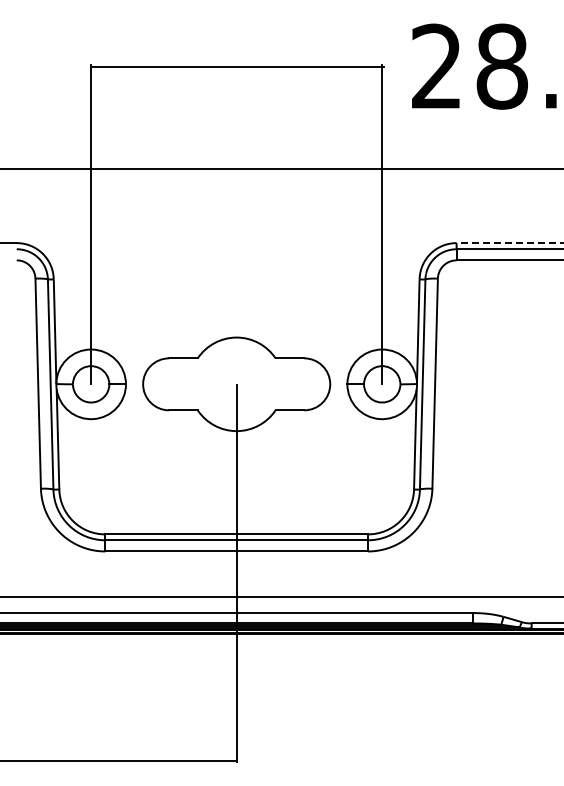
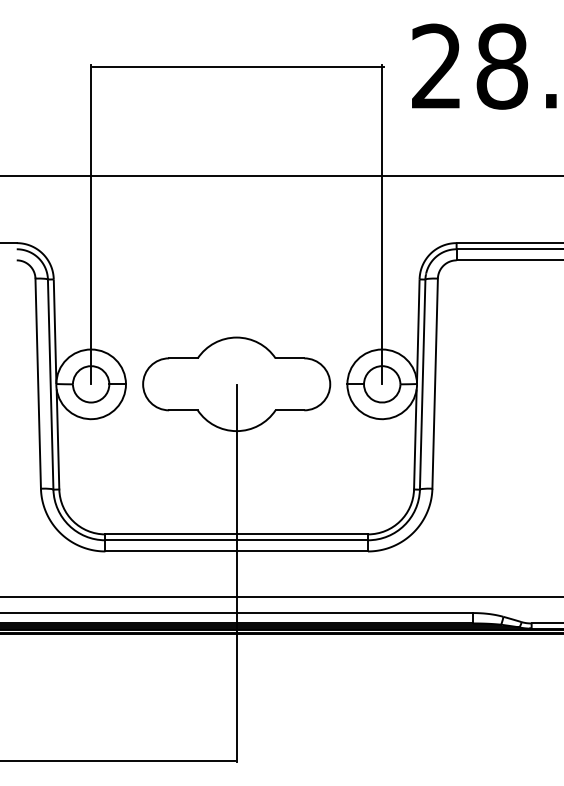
line at (281, 169) position: (281, 169) -> (281, 176)
line at (509, 243): dashed -> solid
